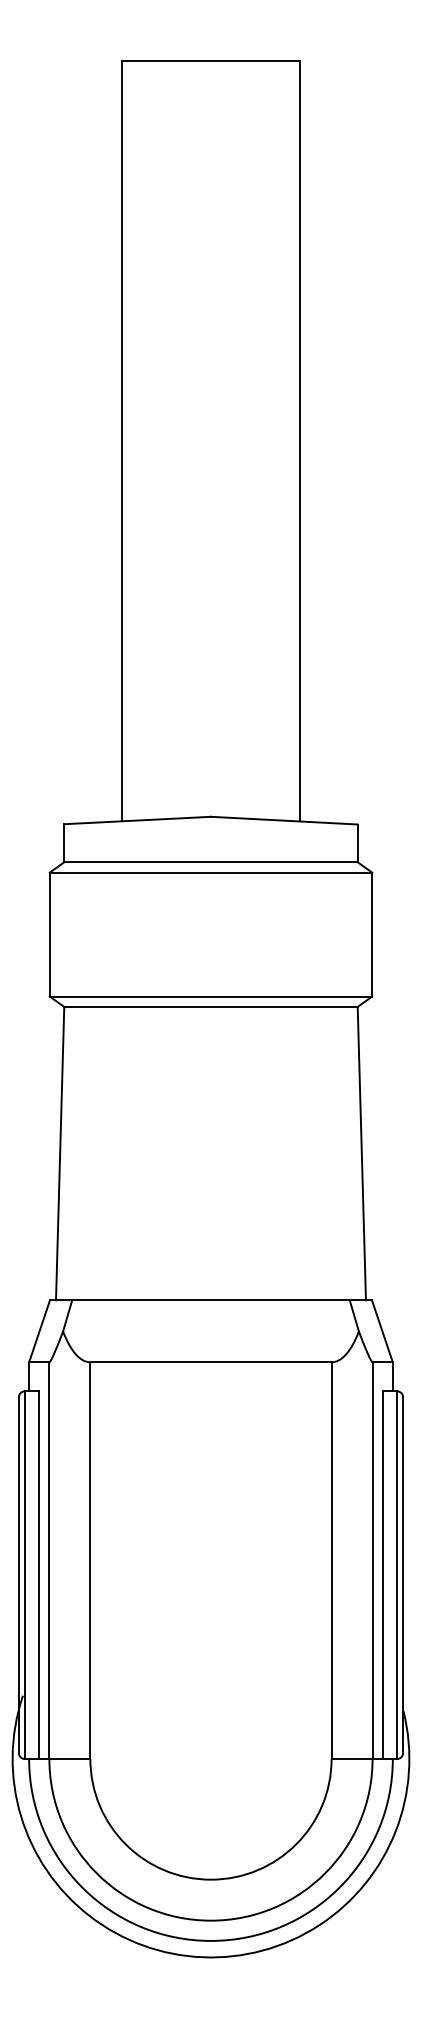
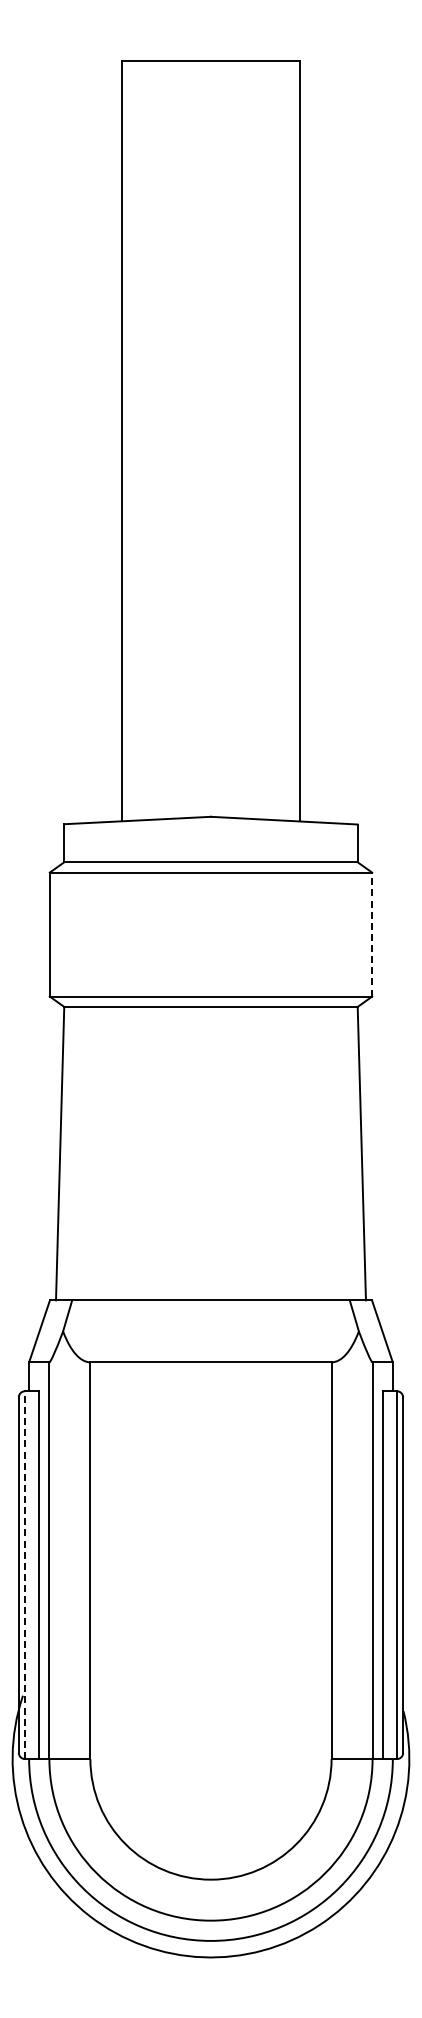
line at (372, 934): solid -> dashed
line at (25, 1575): solid -> dashed
